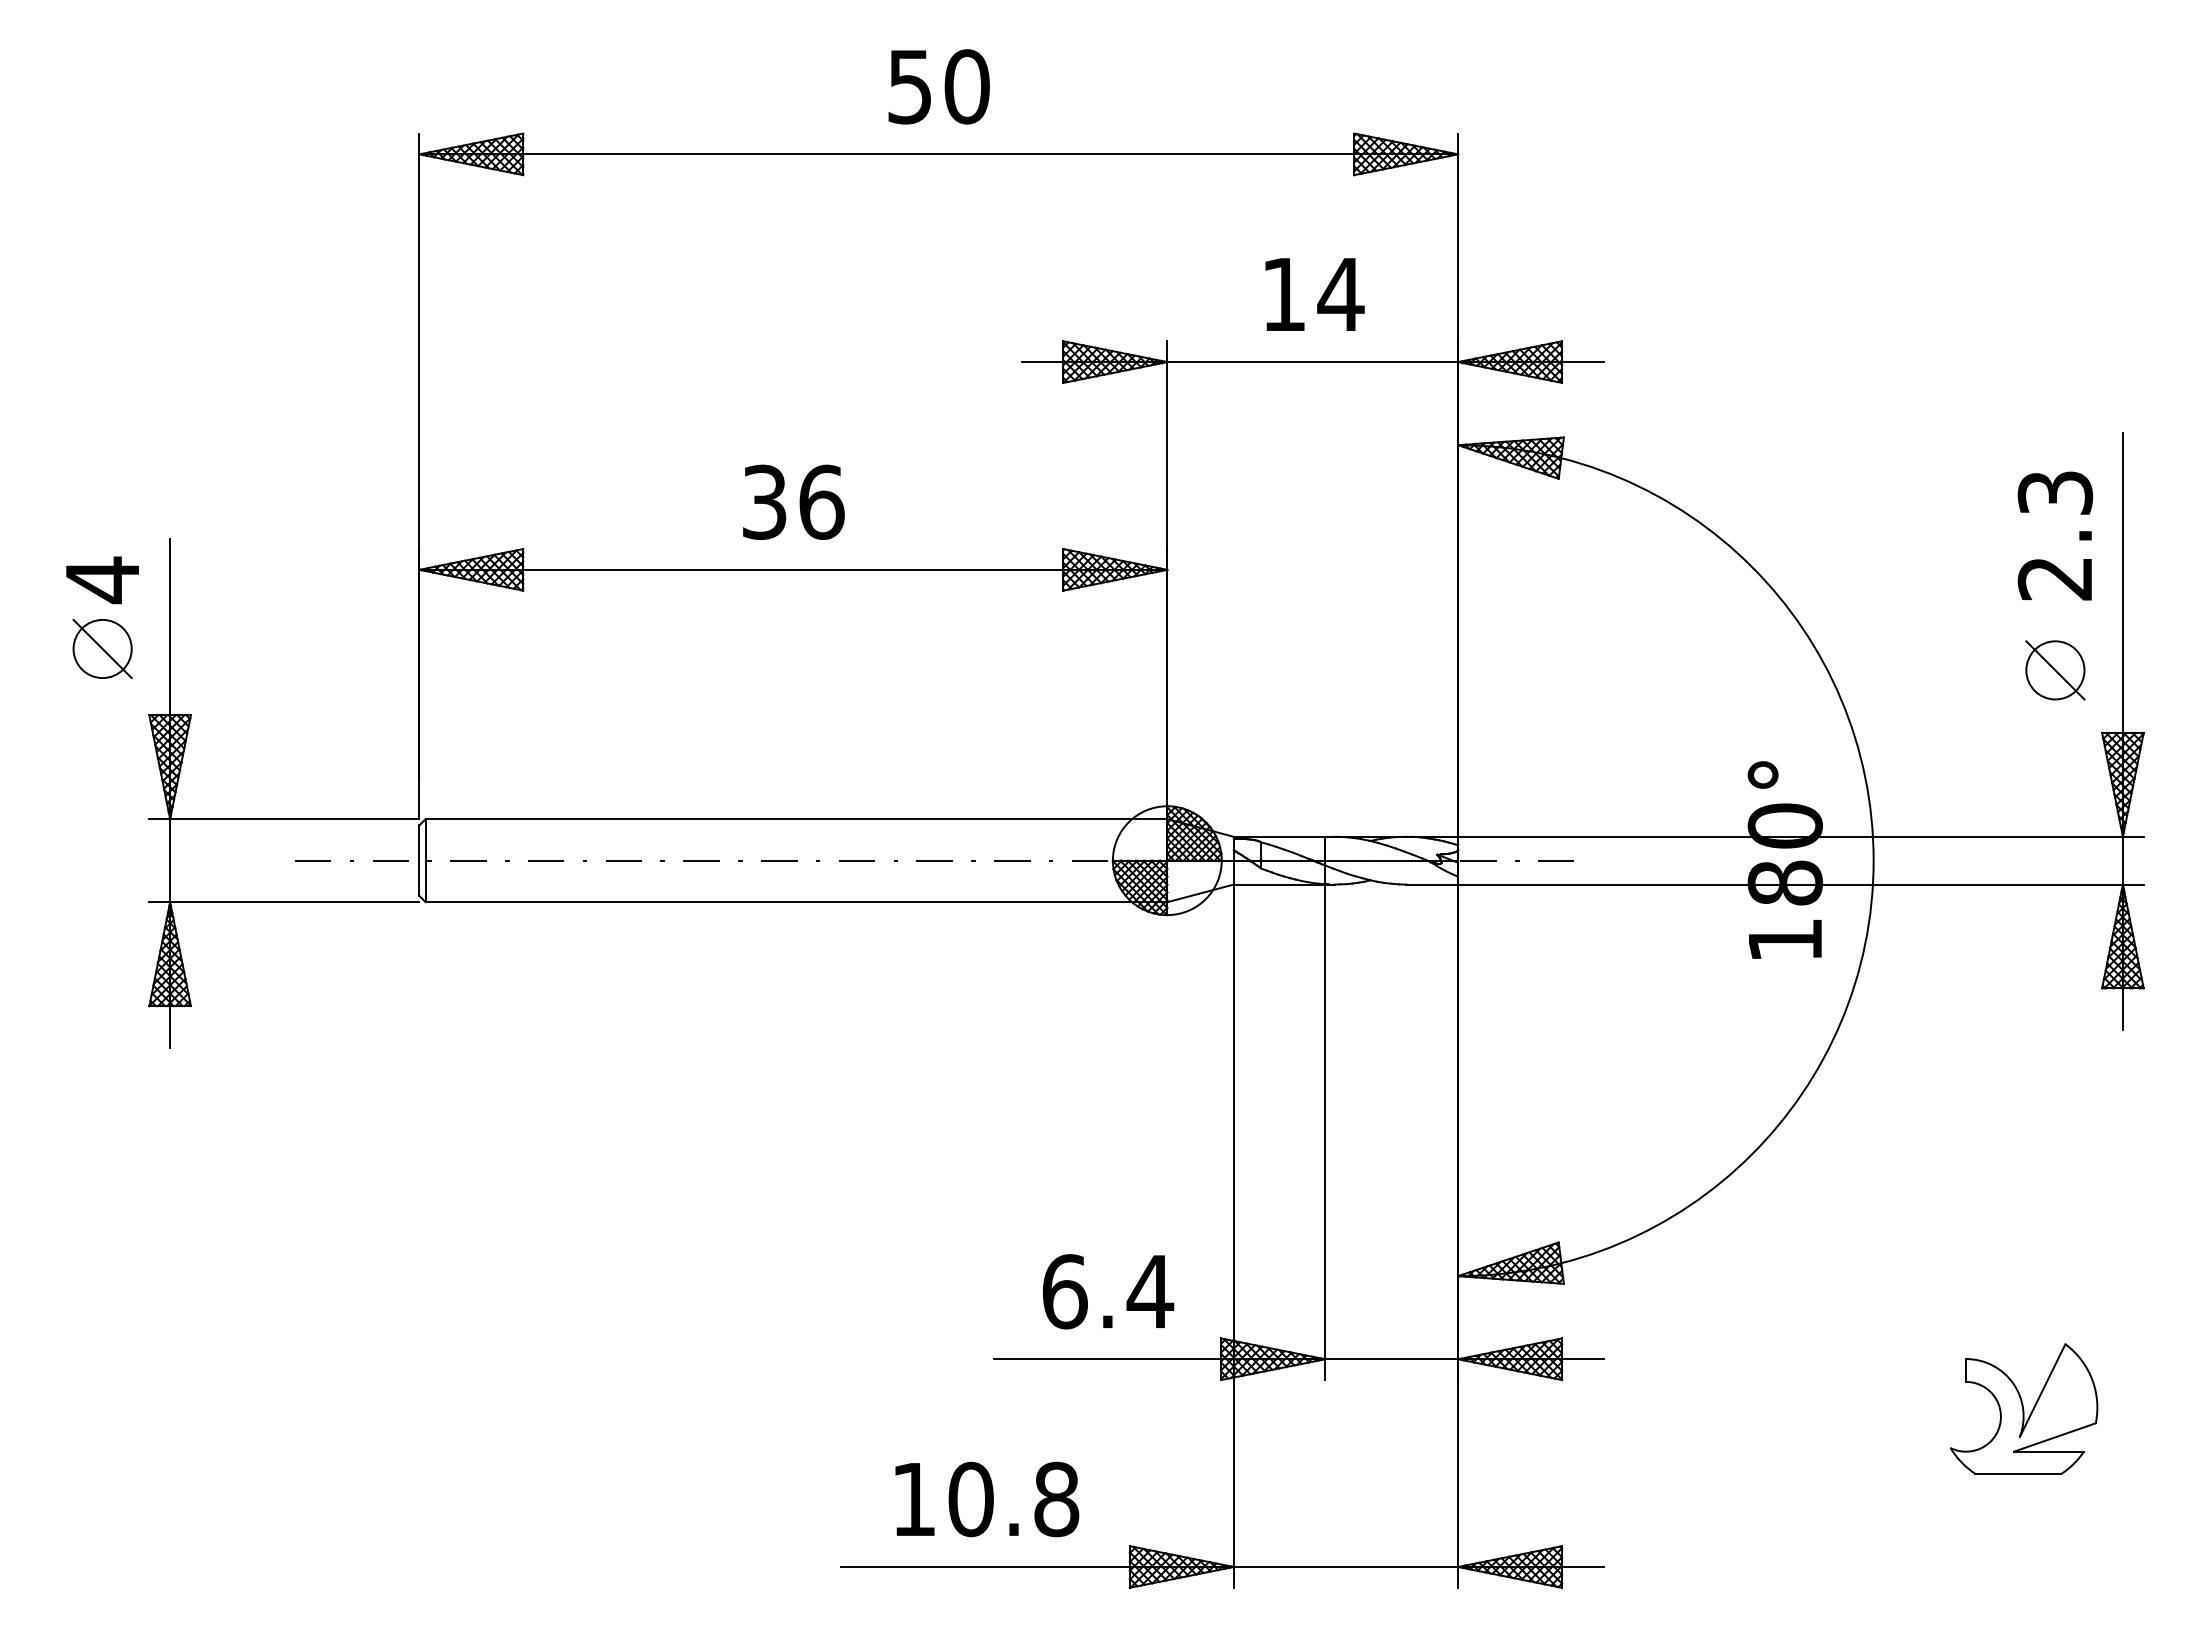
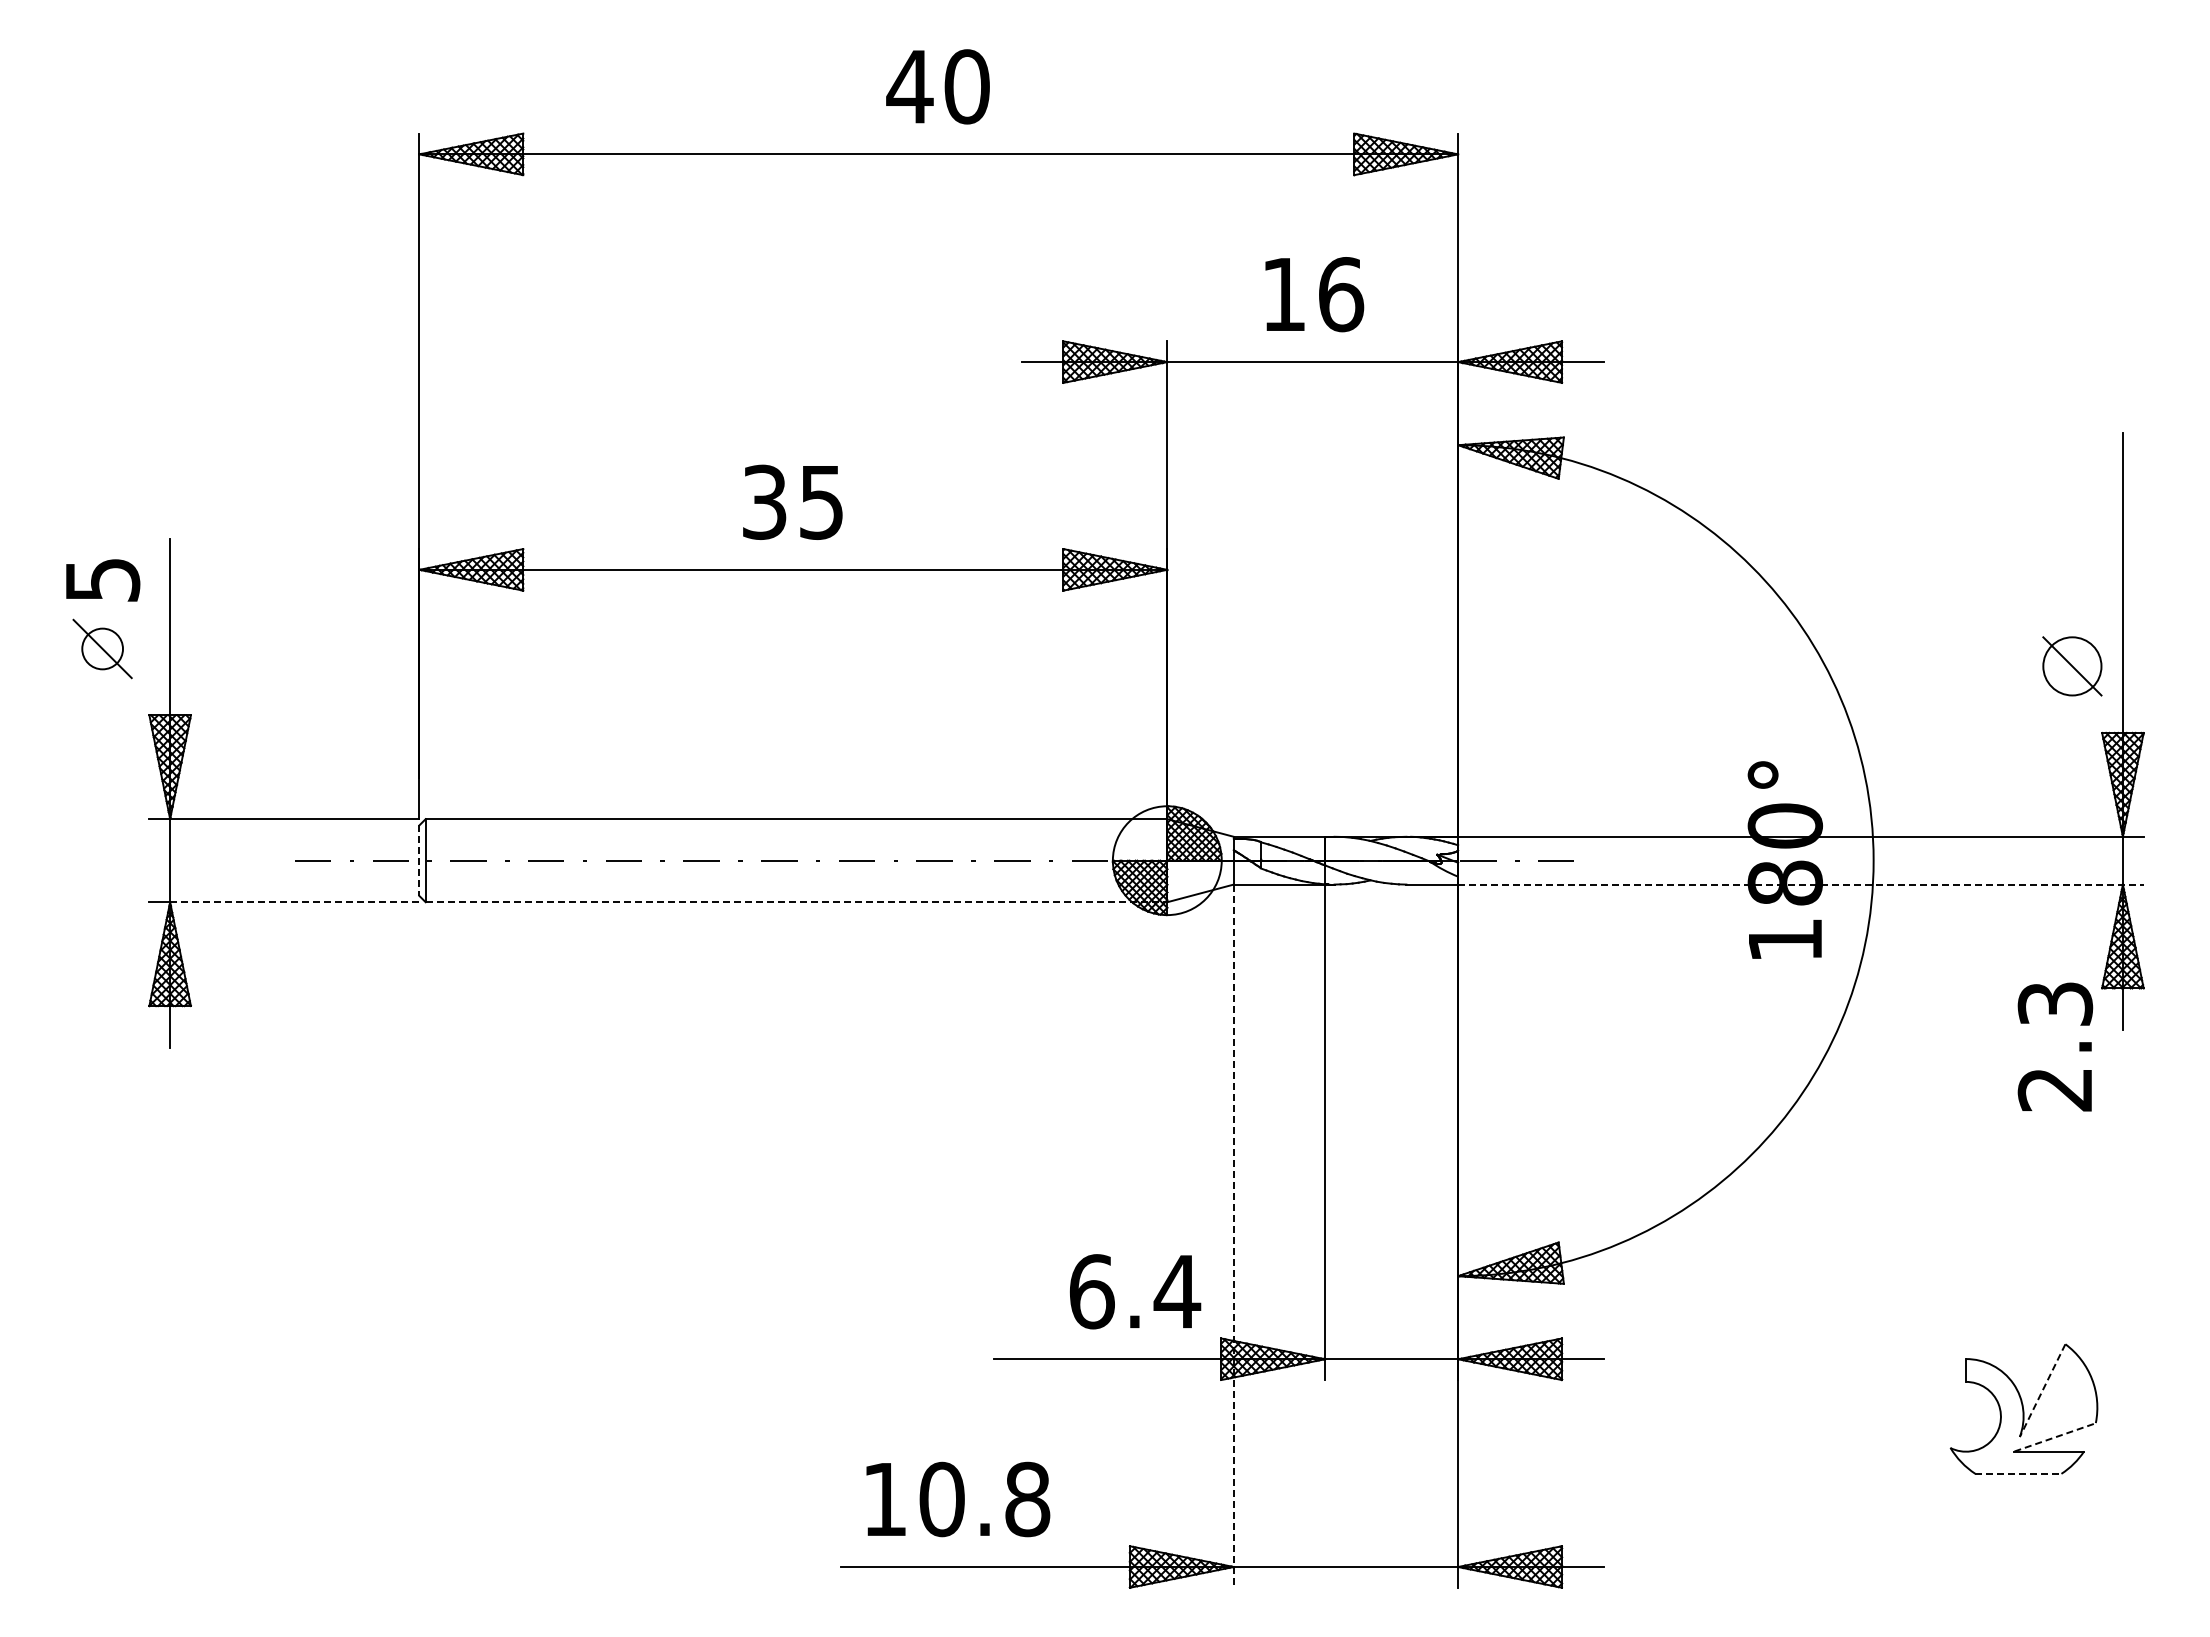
text at (909, 87): 50 -> 40
text at (1340, 294): 14 -> 16
text at (821, 501): 36 -> 35
text at (2055, 535) position: (2055, 535) -> (2055, 1046)
text at (103, 580): 4 -> 5
circle at (102, 648) diameter: 58 px -> 41 px
part at (2055, 670) position: (2055, 670) -> (2072, 666)
line at (419, 861): solid -> dashed
line at (1800, 884): solid -> dashed
line at (294, 902): solid -> dashed
line at (796, 902): solid -> dashed
line at (1233, 1236): solid -> dashed
text at (1108, 1291) position: (1108, 1291) -> (1135, 1291)
line at (2042, 1390): solid -> dashed
line at (2055, 1437): solid -> dashed
line at (2018, 1473): solid -> dashed
text at (987, 1499) position: (987, 1499) -> (958, 1499)
